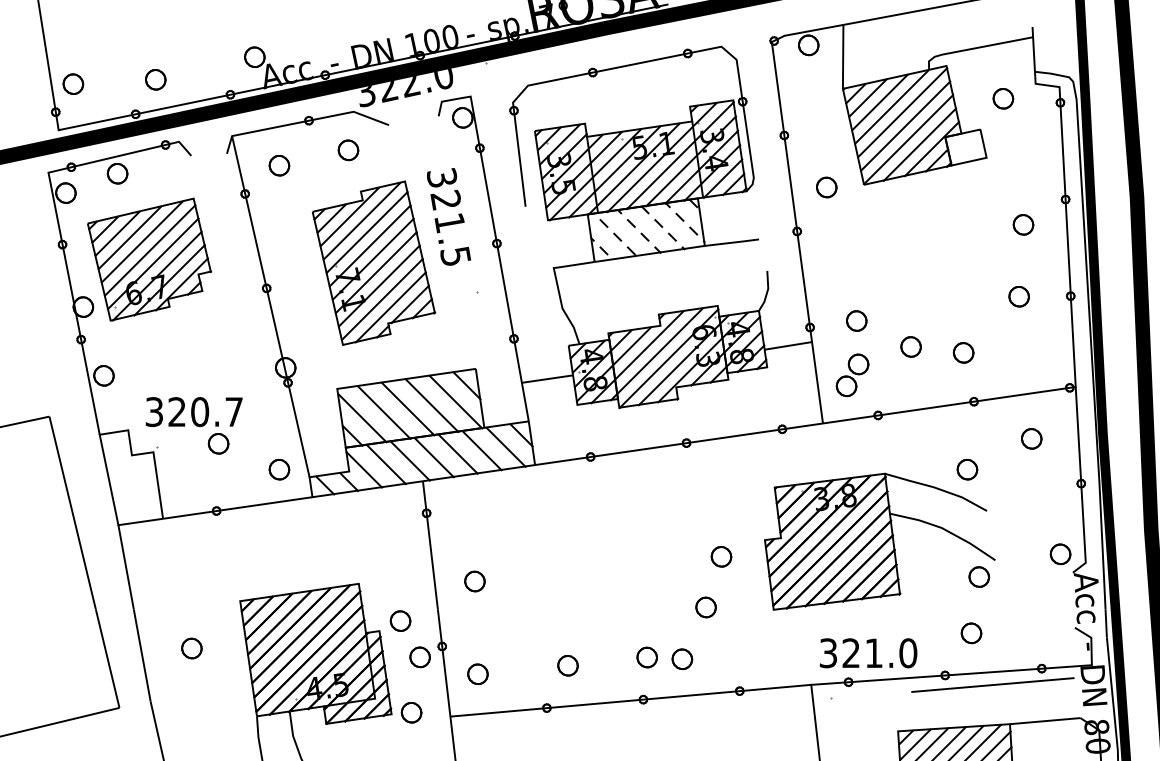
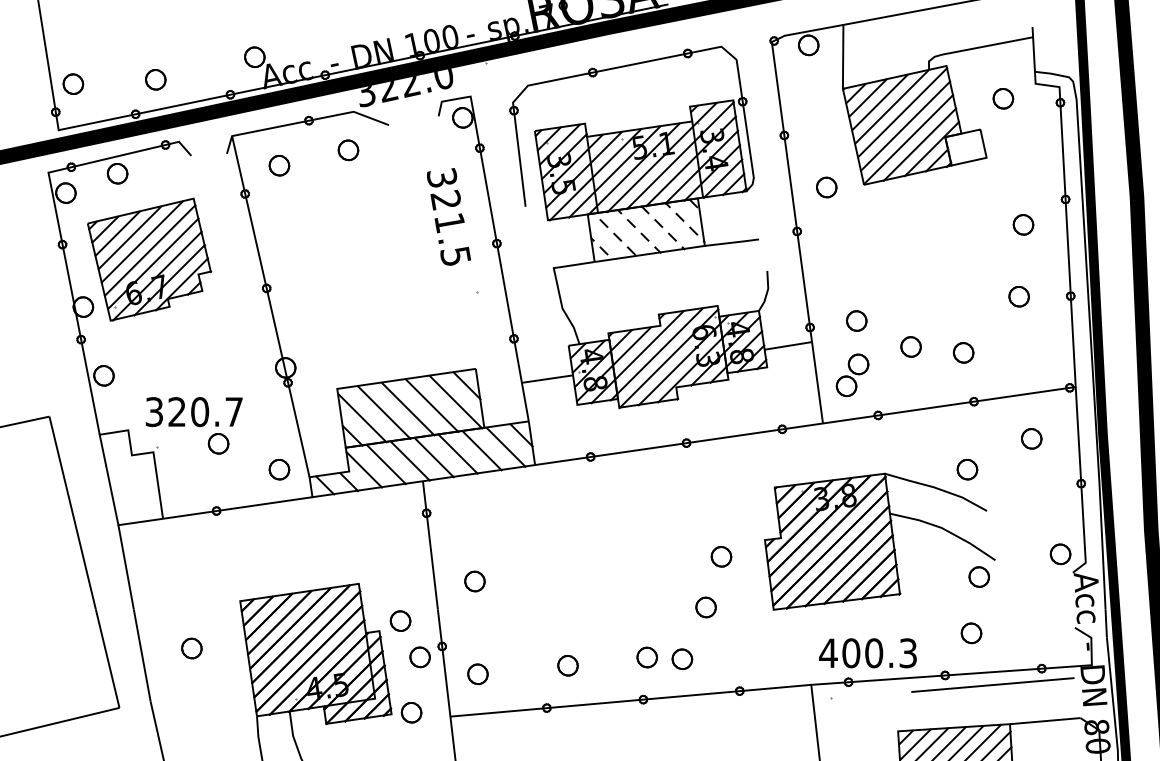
part at (373, 262): present -> none
text at (868, 653): 321.0 -> 400.3
